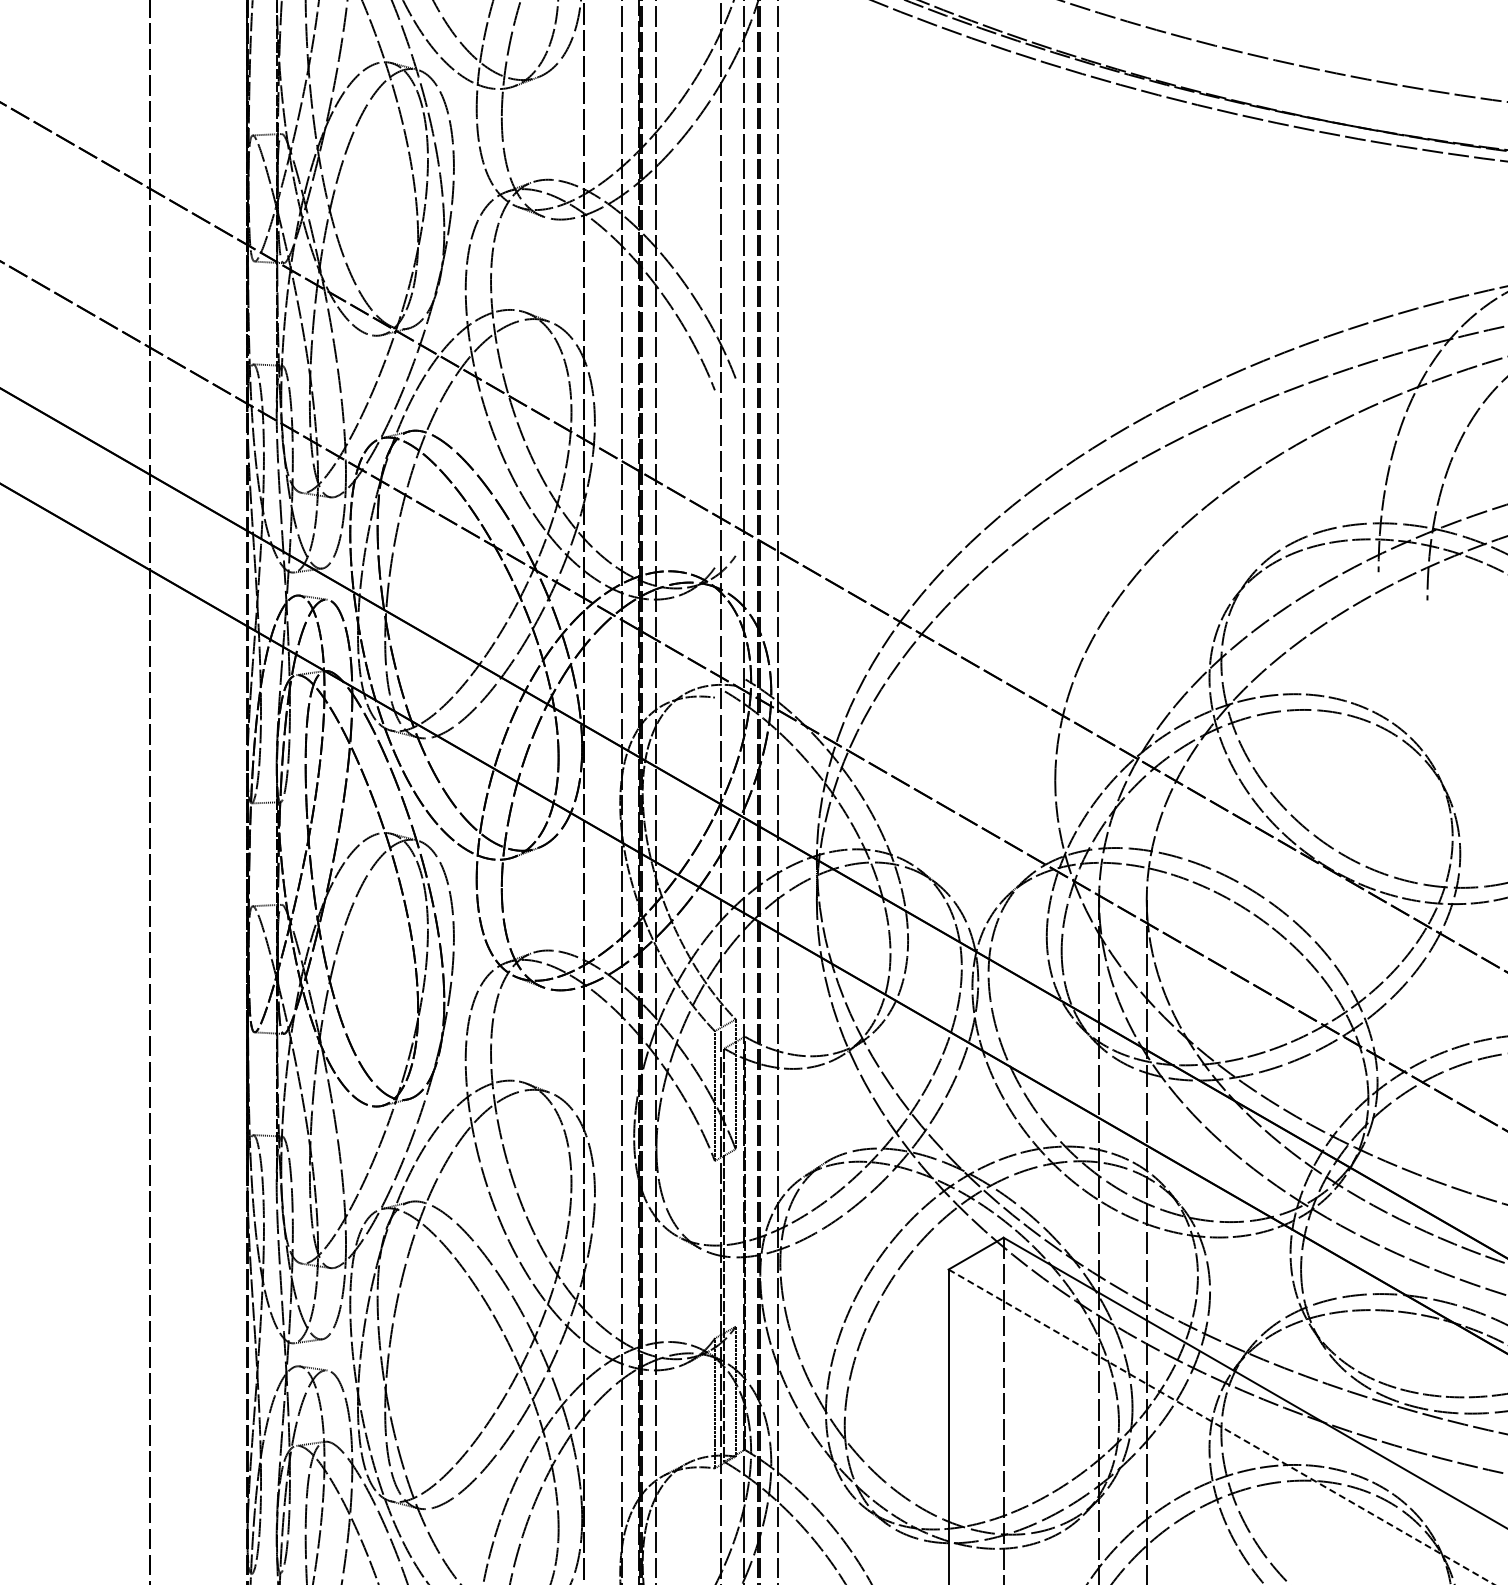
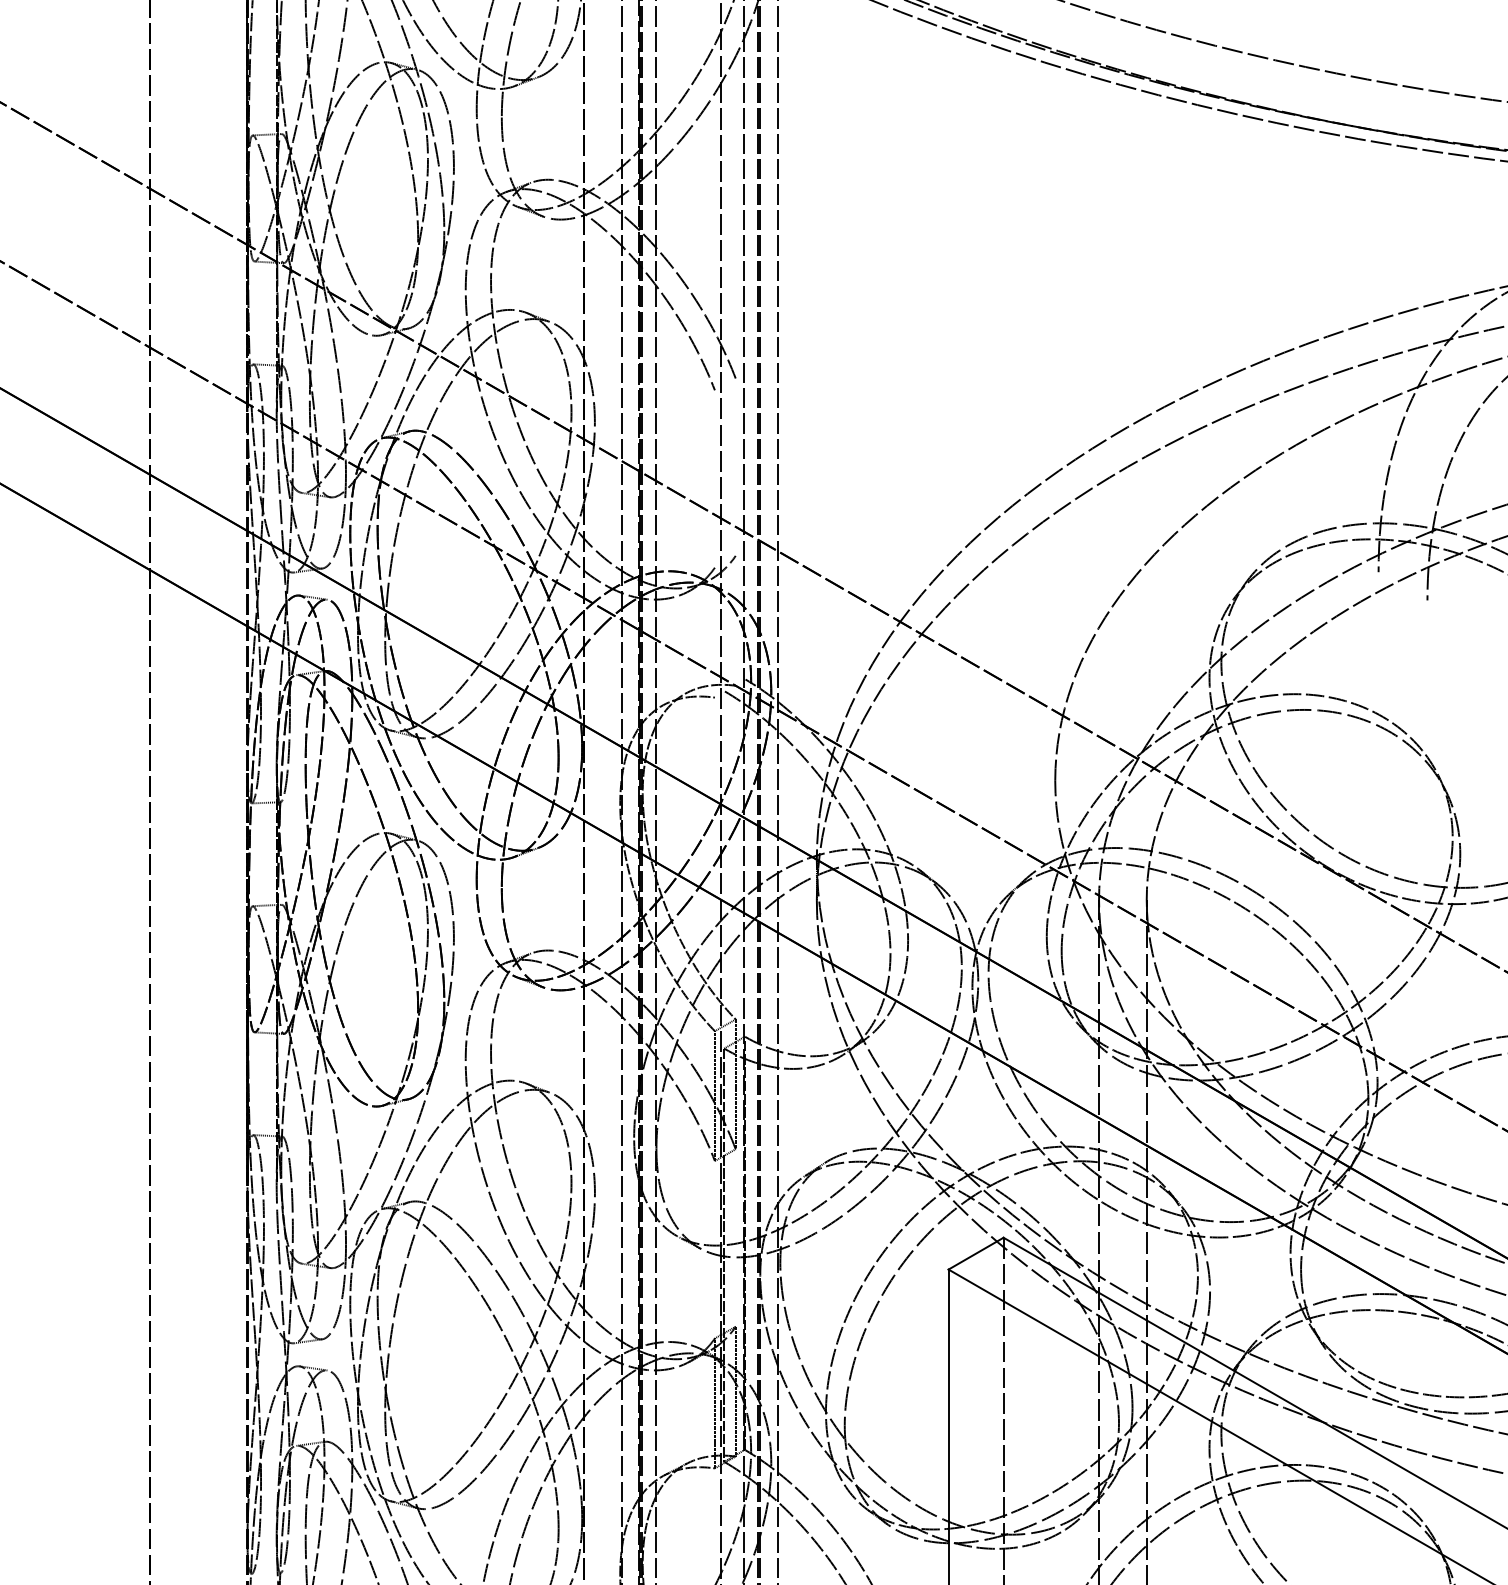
line at (1221, 1427): dashed -> solid
